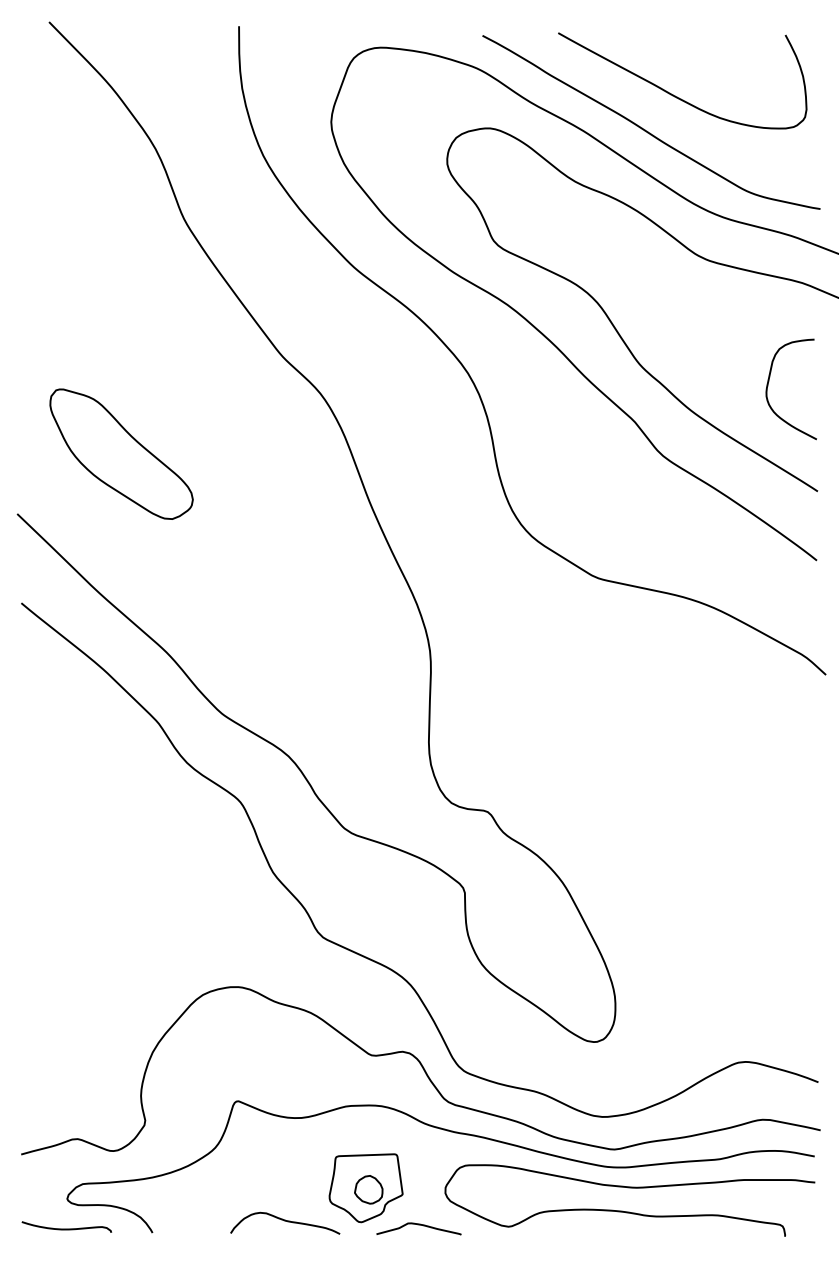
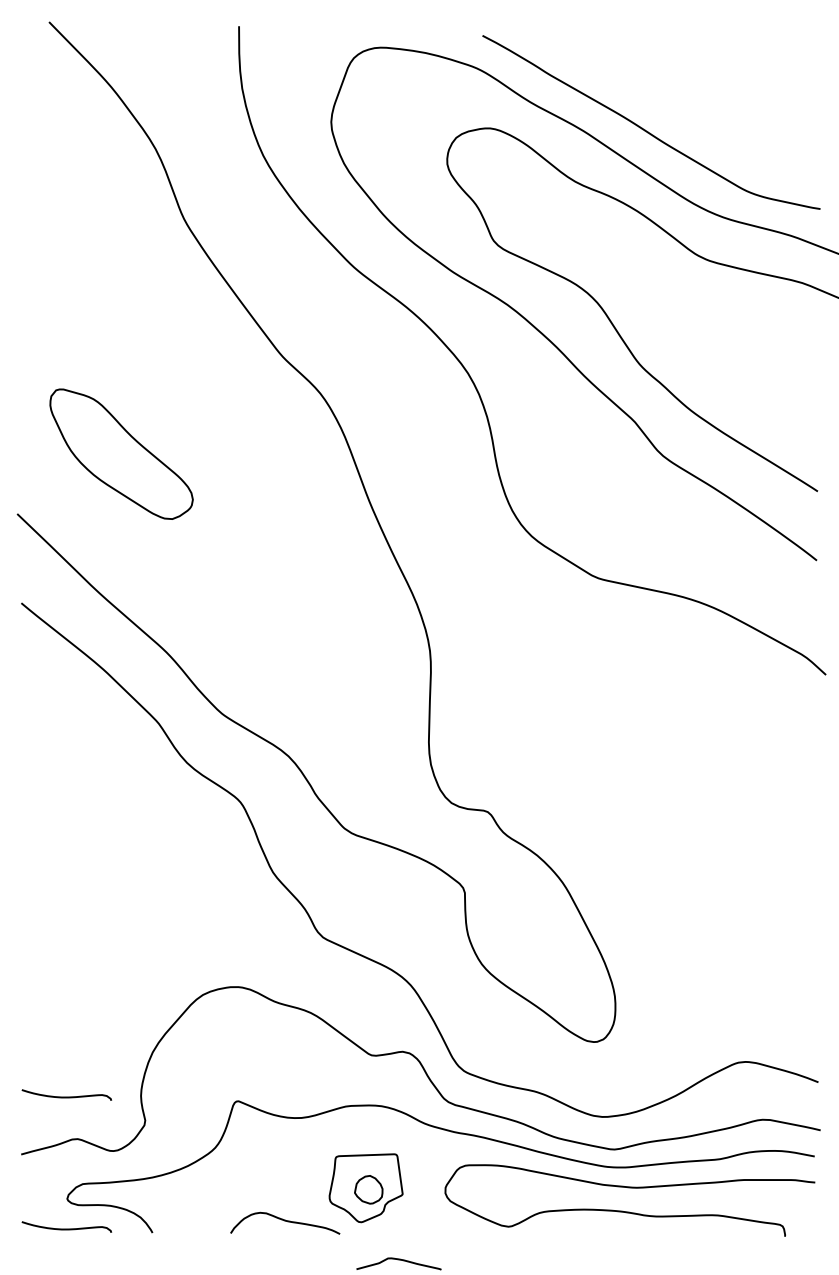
curve at (675, 95): present -> none
curve at (768, 386): present -> none
curve at (66, 1096): none -> present
curve at (418, 1225) position: (418, 1225) -> (398, 1260)
